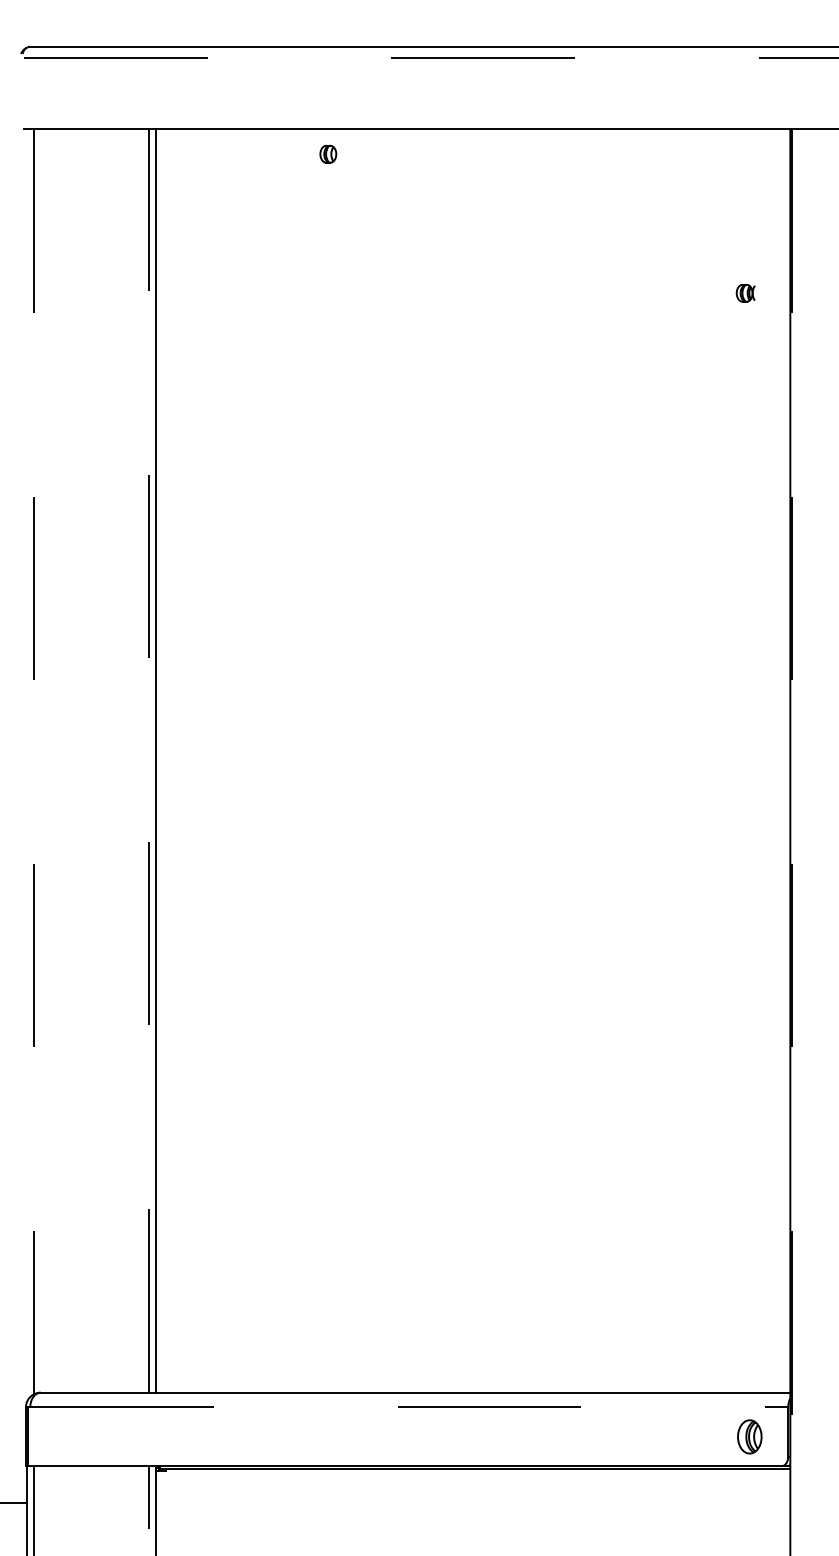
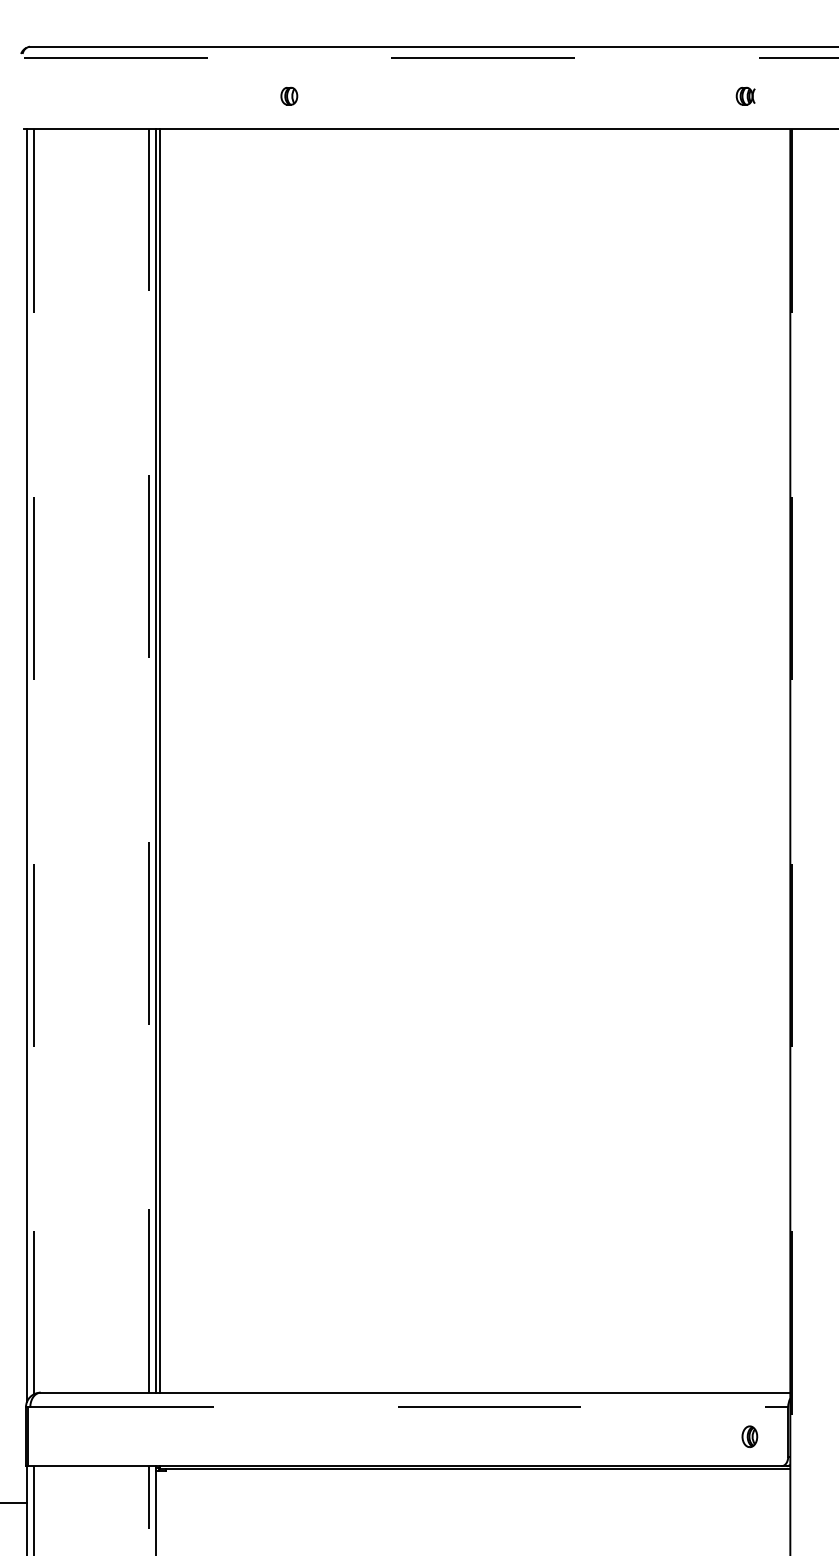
part at (328, 153) position: (328, 153) -> (289, 95)
part at (745, 292) position: (745, 292) -> (745, 95)
line at (160, 760): none -> present
line at (27, 765): none -> present
part at (749, 1436) size: 26x36 px -> 18x23 px
